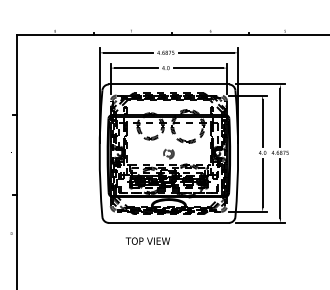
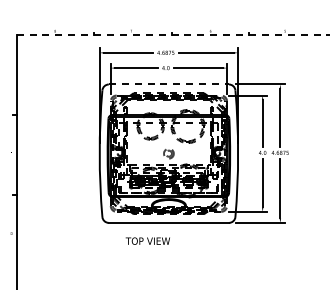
line at (173, 35): solid -> dashed
line at (169, 84): solid -> dashed
